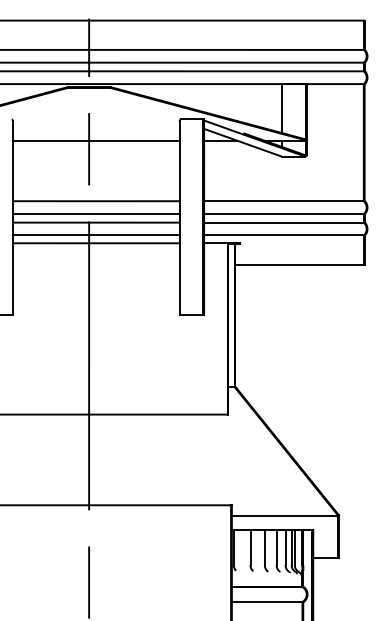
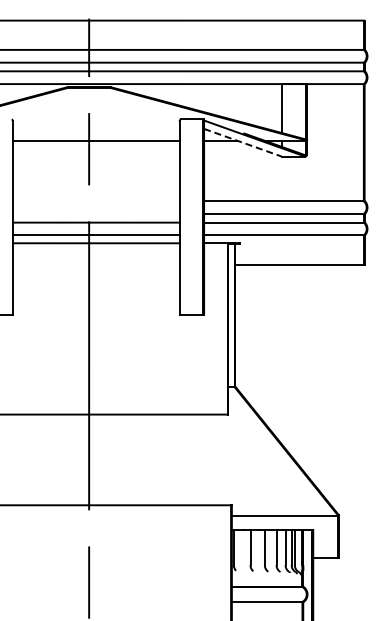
line at (243, 142): solid -> dashed
line at (95, 201): present -> none
line at (95, 213): present -> none
